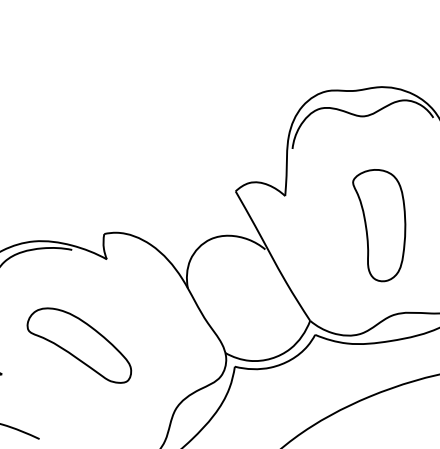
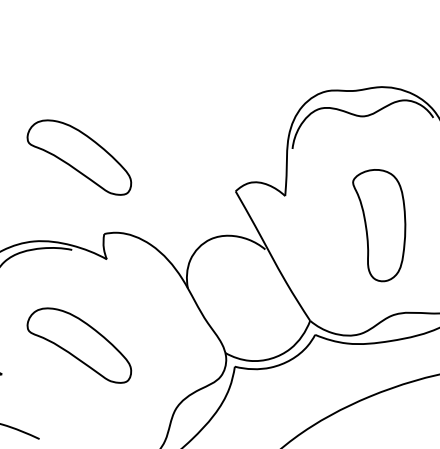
part at (79, 157): none -> present
